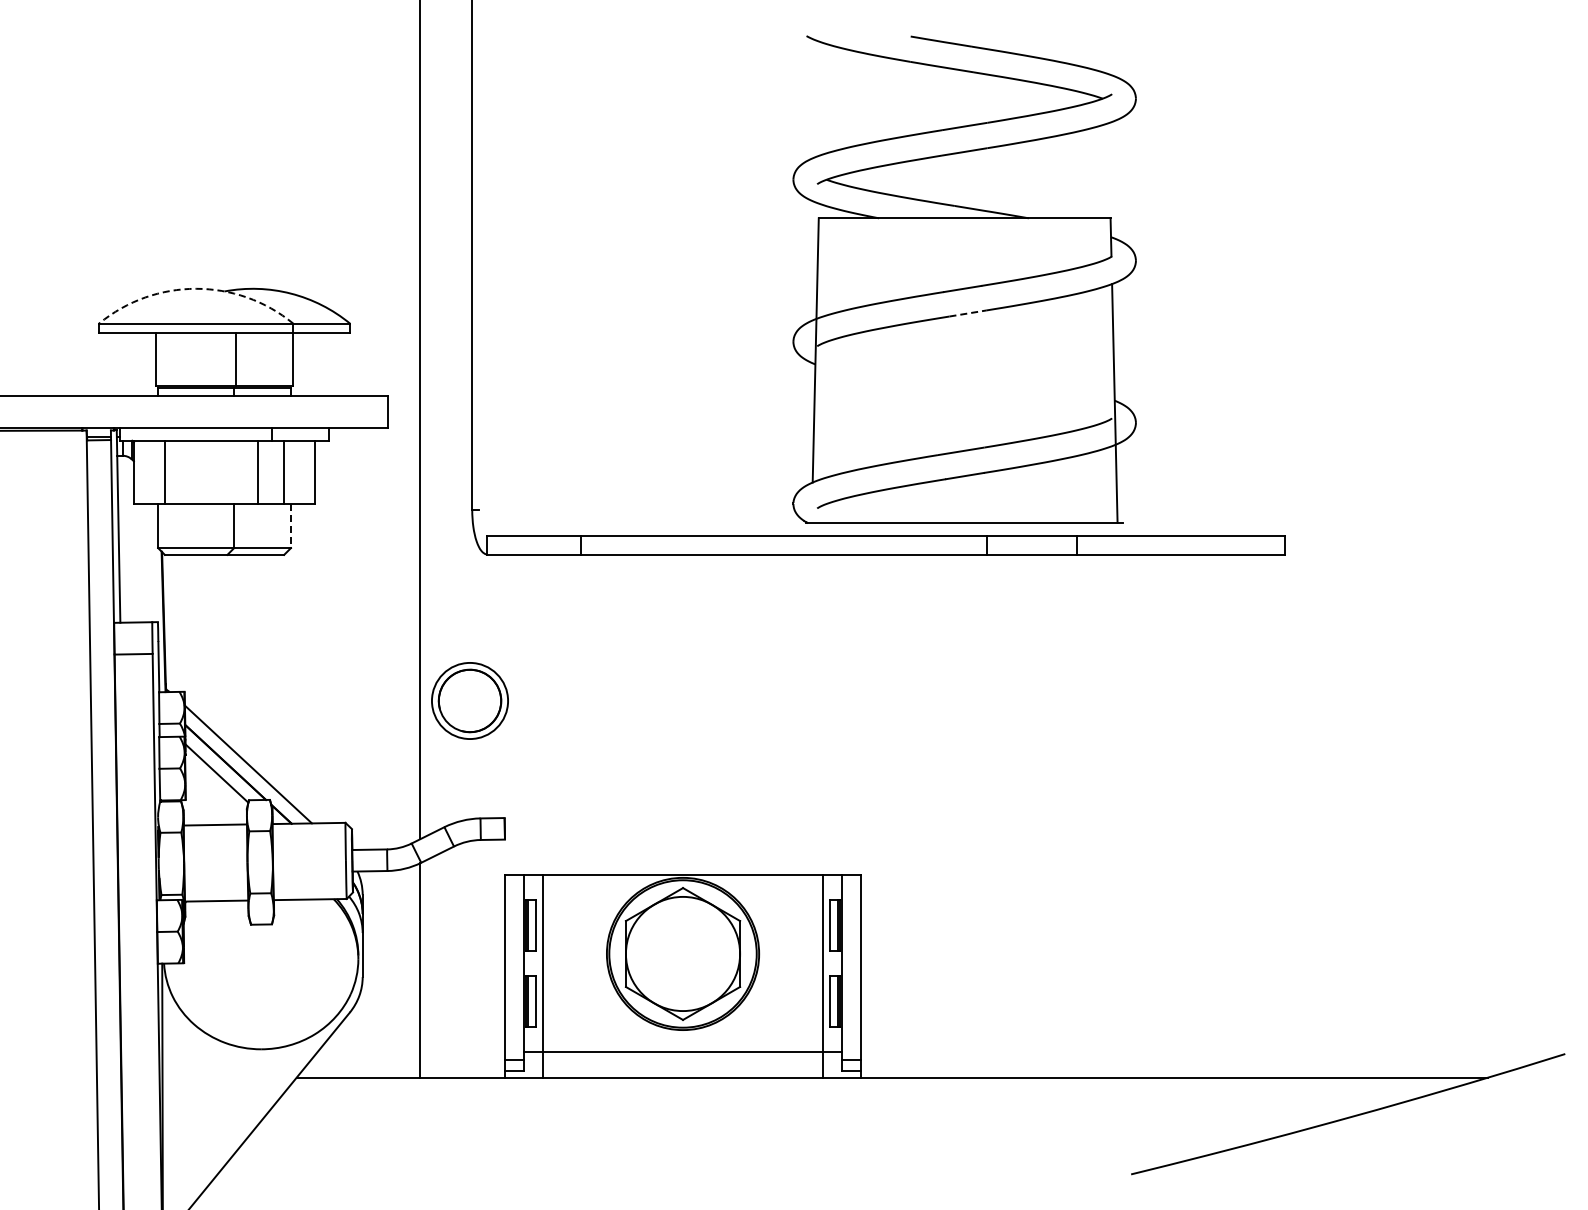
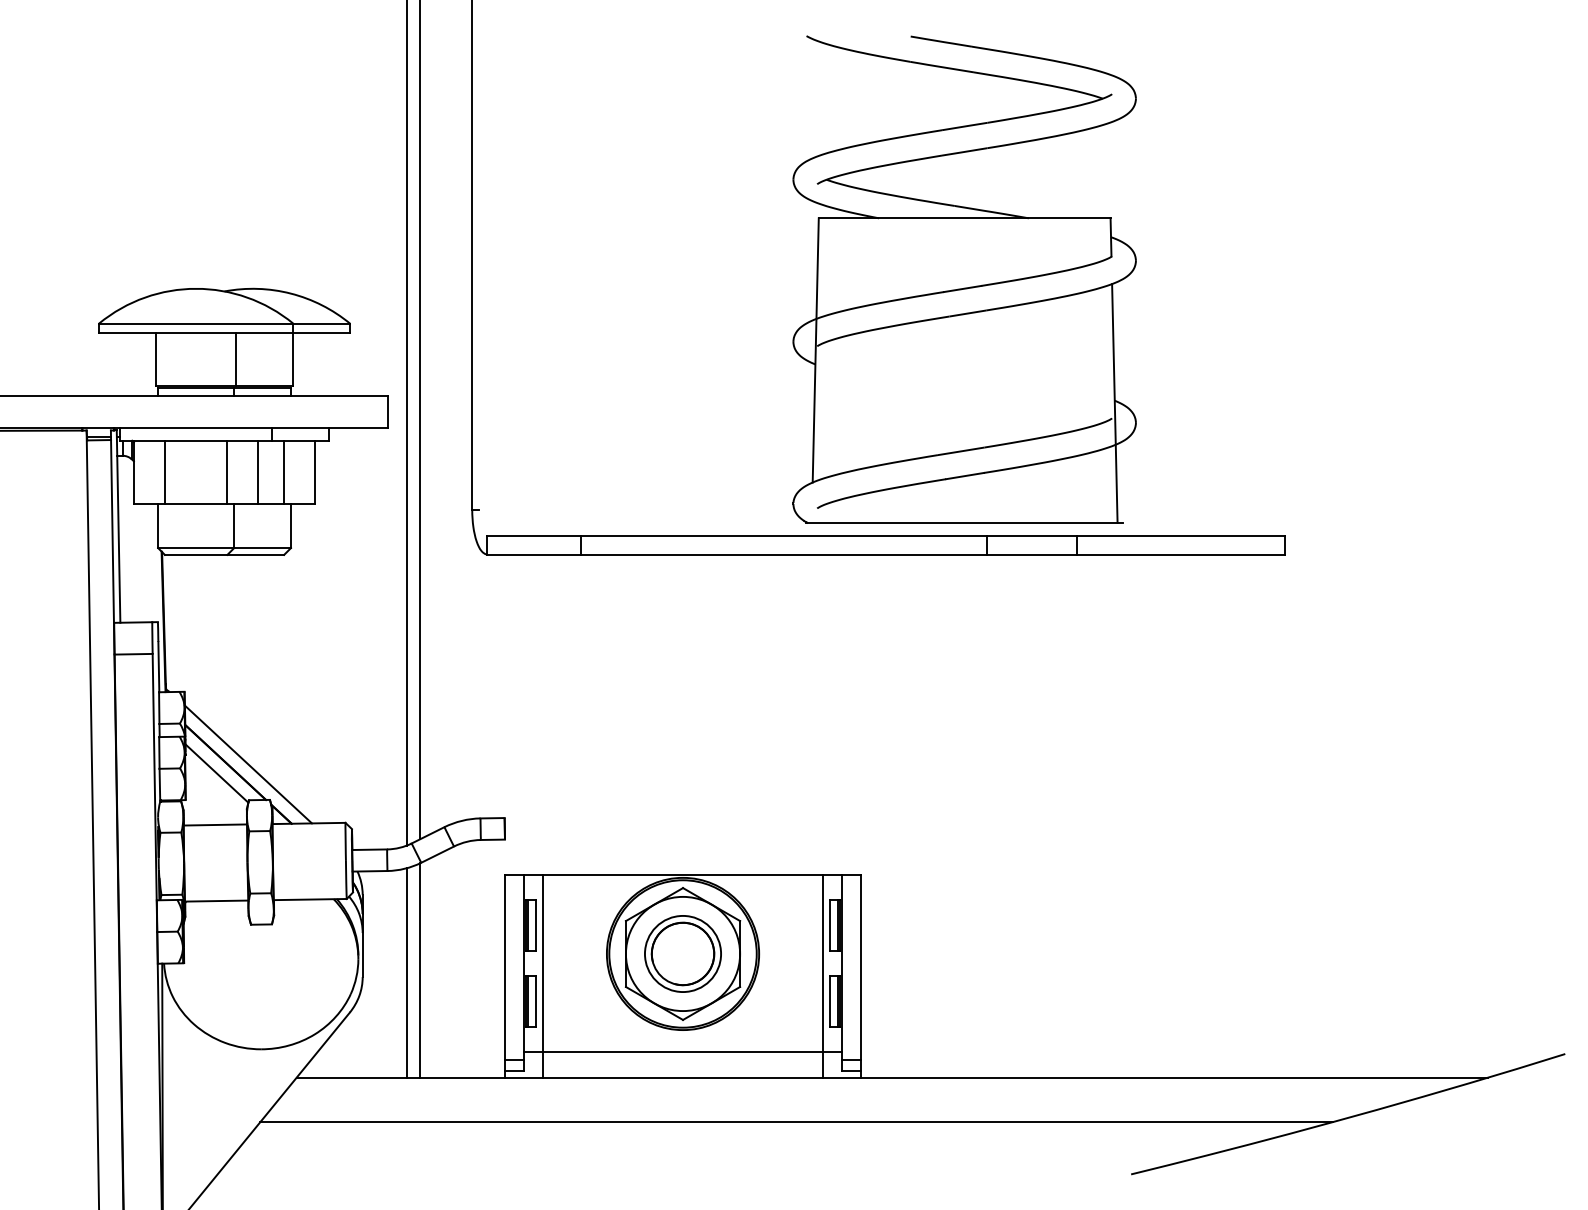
arc at (196, 288): dashed -> solid
line at (968, 313): dashed -> solid
line at (407, 423): none -> present
line at (227, 472): none -> present
line at (291, 526): dashed -> solid
part at (469, 700) position: (469, 700) -> (682, 953)
line at (407, 972): none -> present
line at (796, 1122): none -> present
